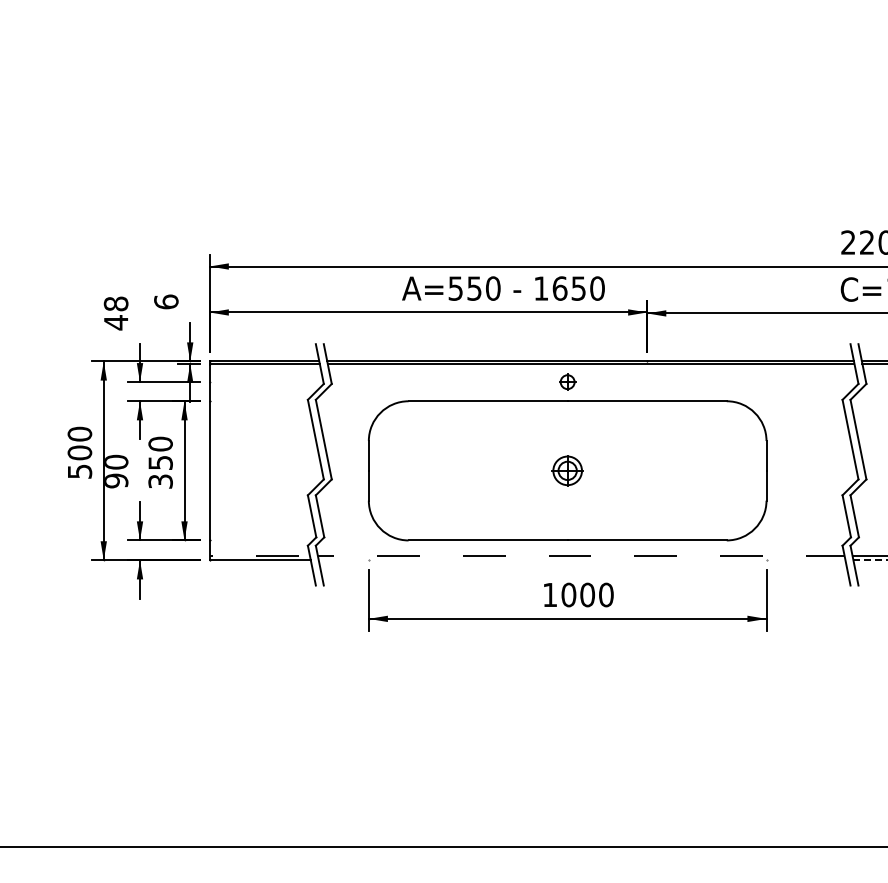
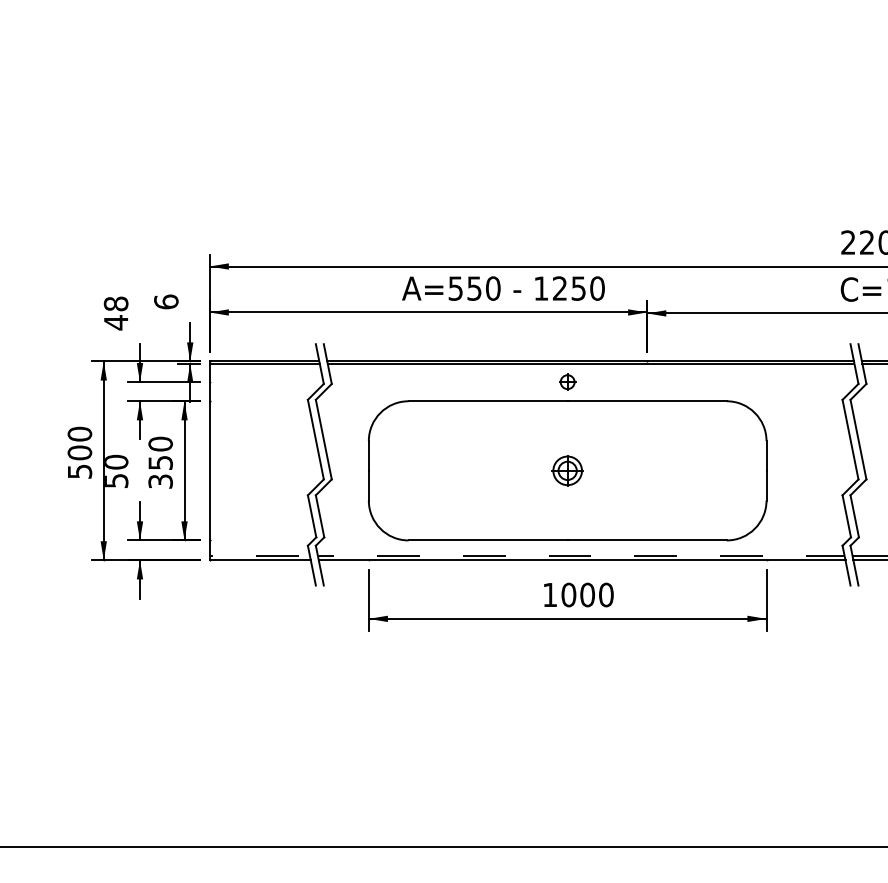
text at (559, 288): 1650 -> 1250
text at (116, 480): 90 -> 50
line at (581, 560): none -> present
line at (870, 560): dashed -> solid
